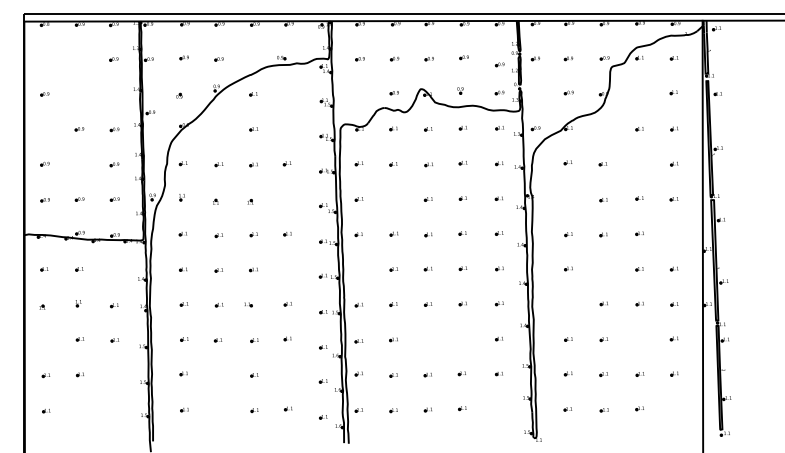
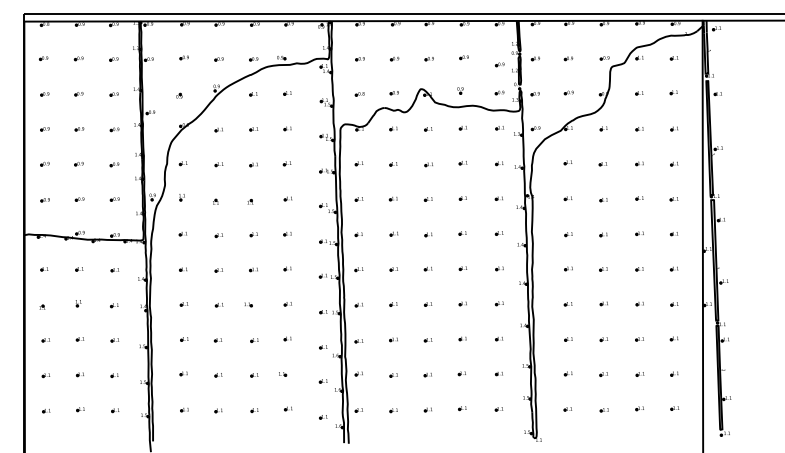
part at (43, 58): none -> present
part at (78, 58): none -> present
part at (253, 59): none -> present
part at (287, 93): none -> present
part at (639, 93): none -> present
part at (78, 94): none -> present
part at (113, 94): none -> present
part at (359, 94): none -> present
part at (534, 94): none -> present
part at (287, 128): none -> present
part at (603, 128): none -> present
part at (44, 129): none -> present
part at (218, 129): none -> present
part at (639, 163): none -> present
part at (78, 164): none -> present
part at (287, 198): none -> present
part at (392, 198): none -> present
part at (567, 198): none -> present
part at (673, 234): none -> present
part at (287, 268): none -> present
part at (358, 269): none -> present
part at (603, 269): none -> present
part at (114, 270): none -> present
part at (567, 304): none -> present
part at (462, 338): none -> present
part at (639, 339): none -> present
part at (45, 340): none -> present
part at (427, 340): none -> present
part at (283, 374): none -> present
part at (114, 375): none -> present
part at (218, 375): none -> present
part at (674, 408): none -> present
part at (80, 409): none -> present
part at (498, 409): none -> present
part at (115, 410): none -> present
part at (218, 410): none -> present
